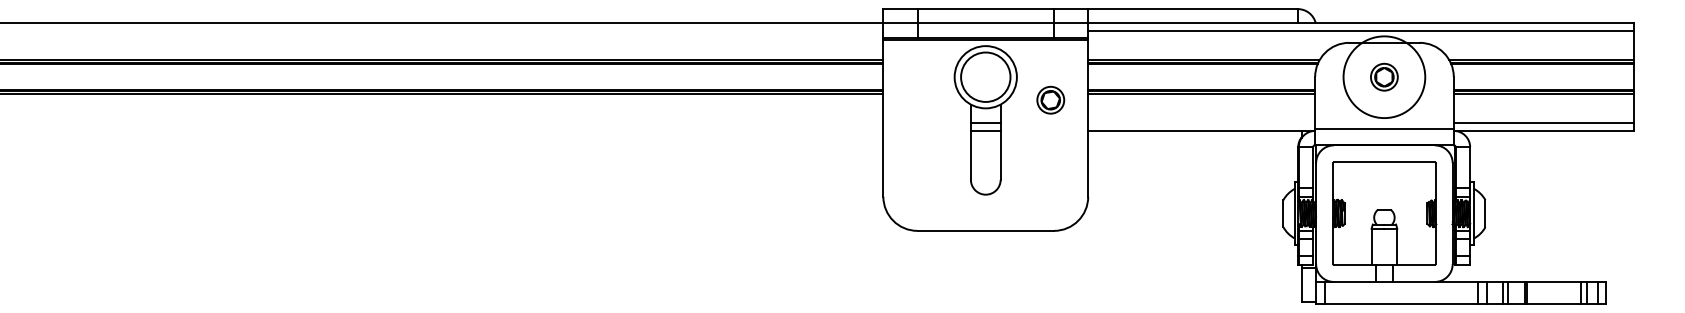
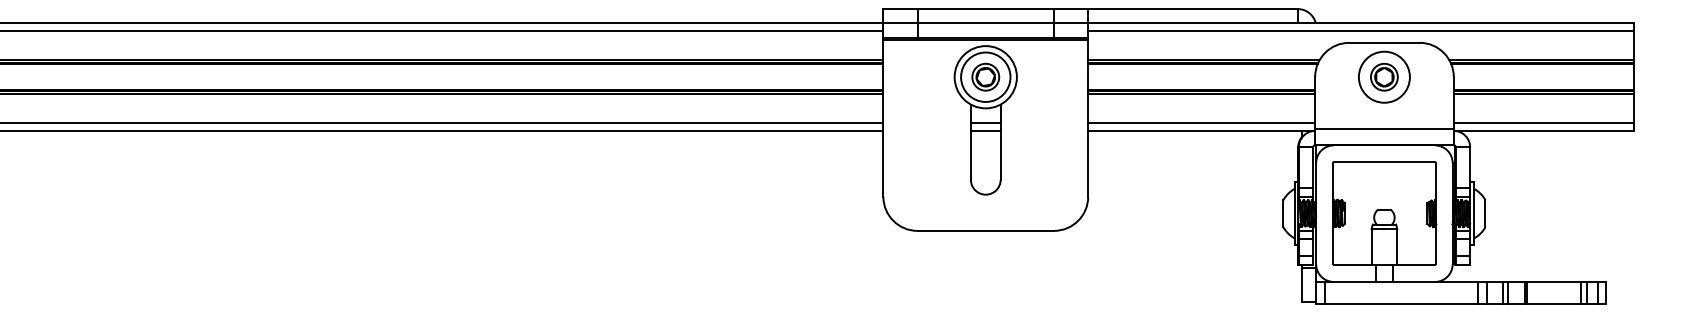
line at (442, 31): none -> present
circle at (1384, 77) diameter: 82 px -> 51 px
part at (1050, 99) position: (1050, 99) -> (985, 76)
line at (442, 123): none -> present
line at (1201, 123): none -> present
line at (442, 131): none -> present
